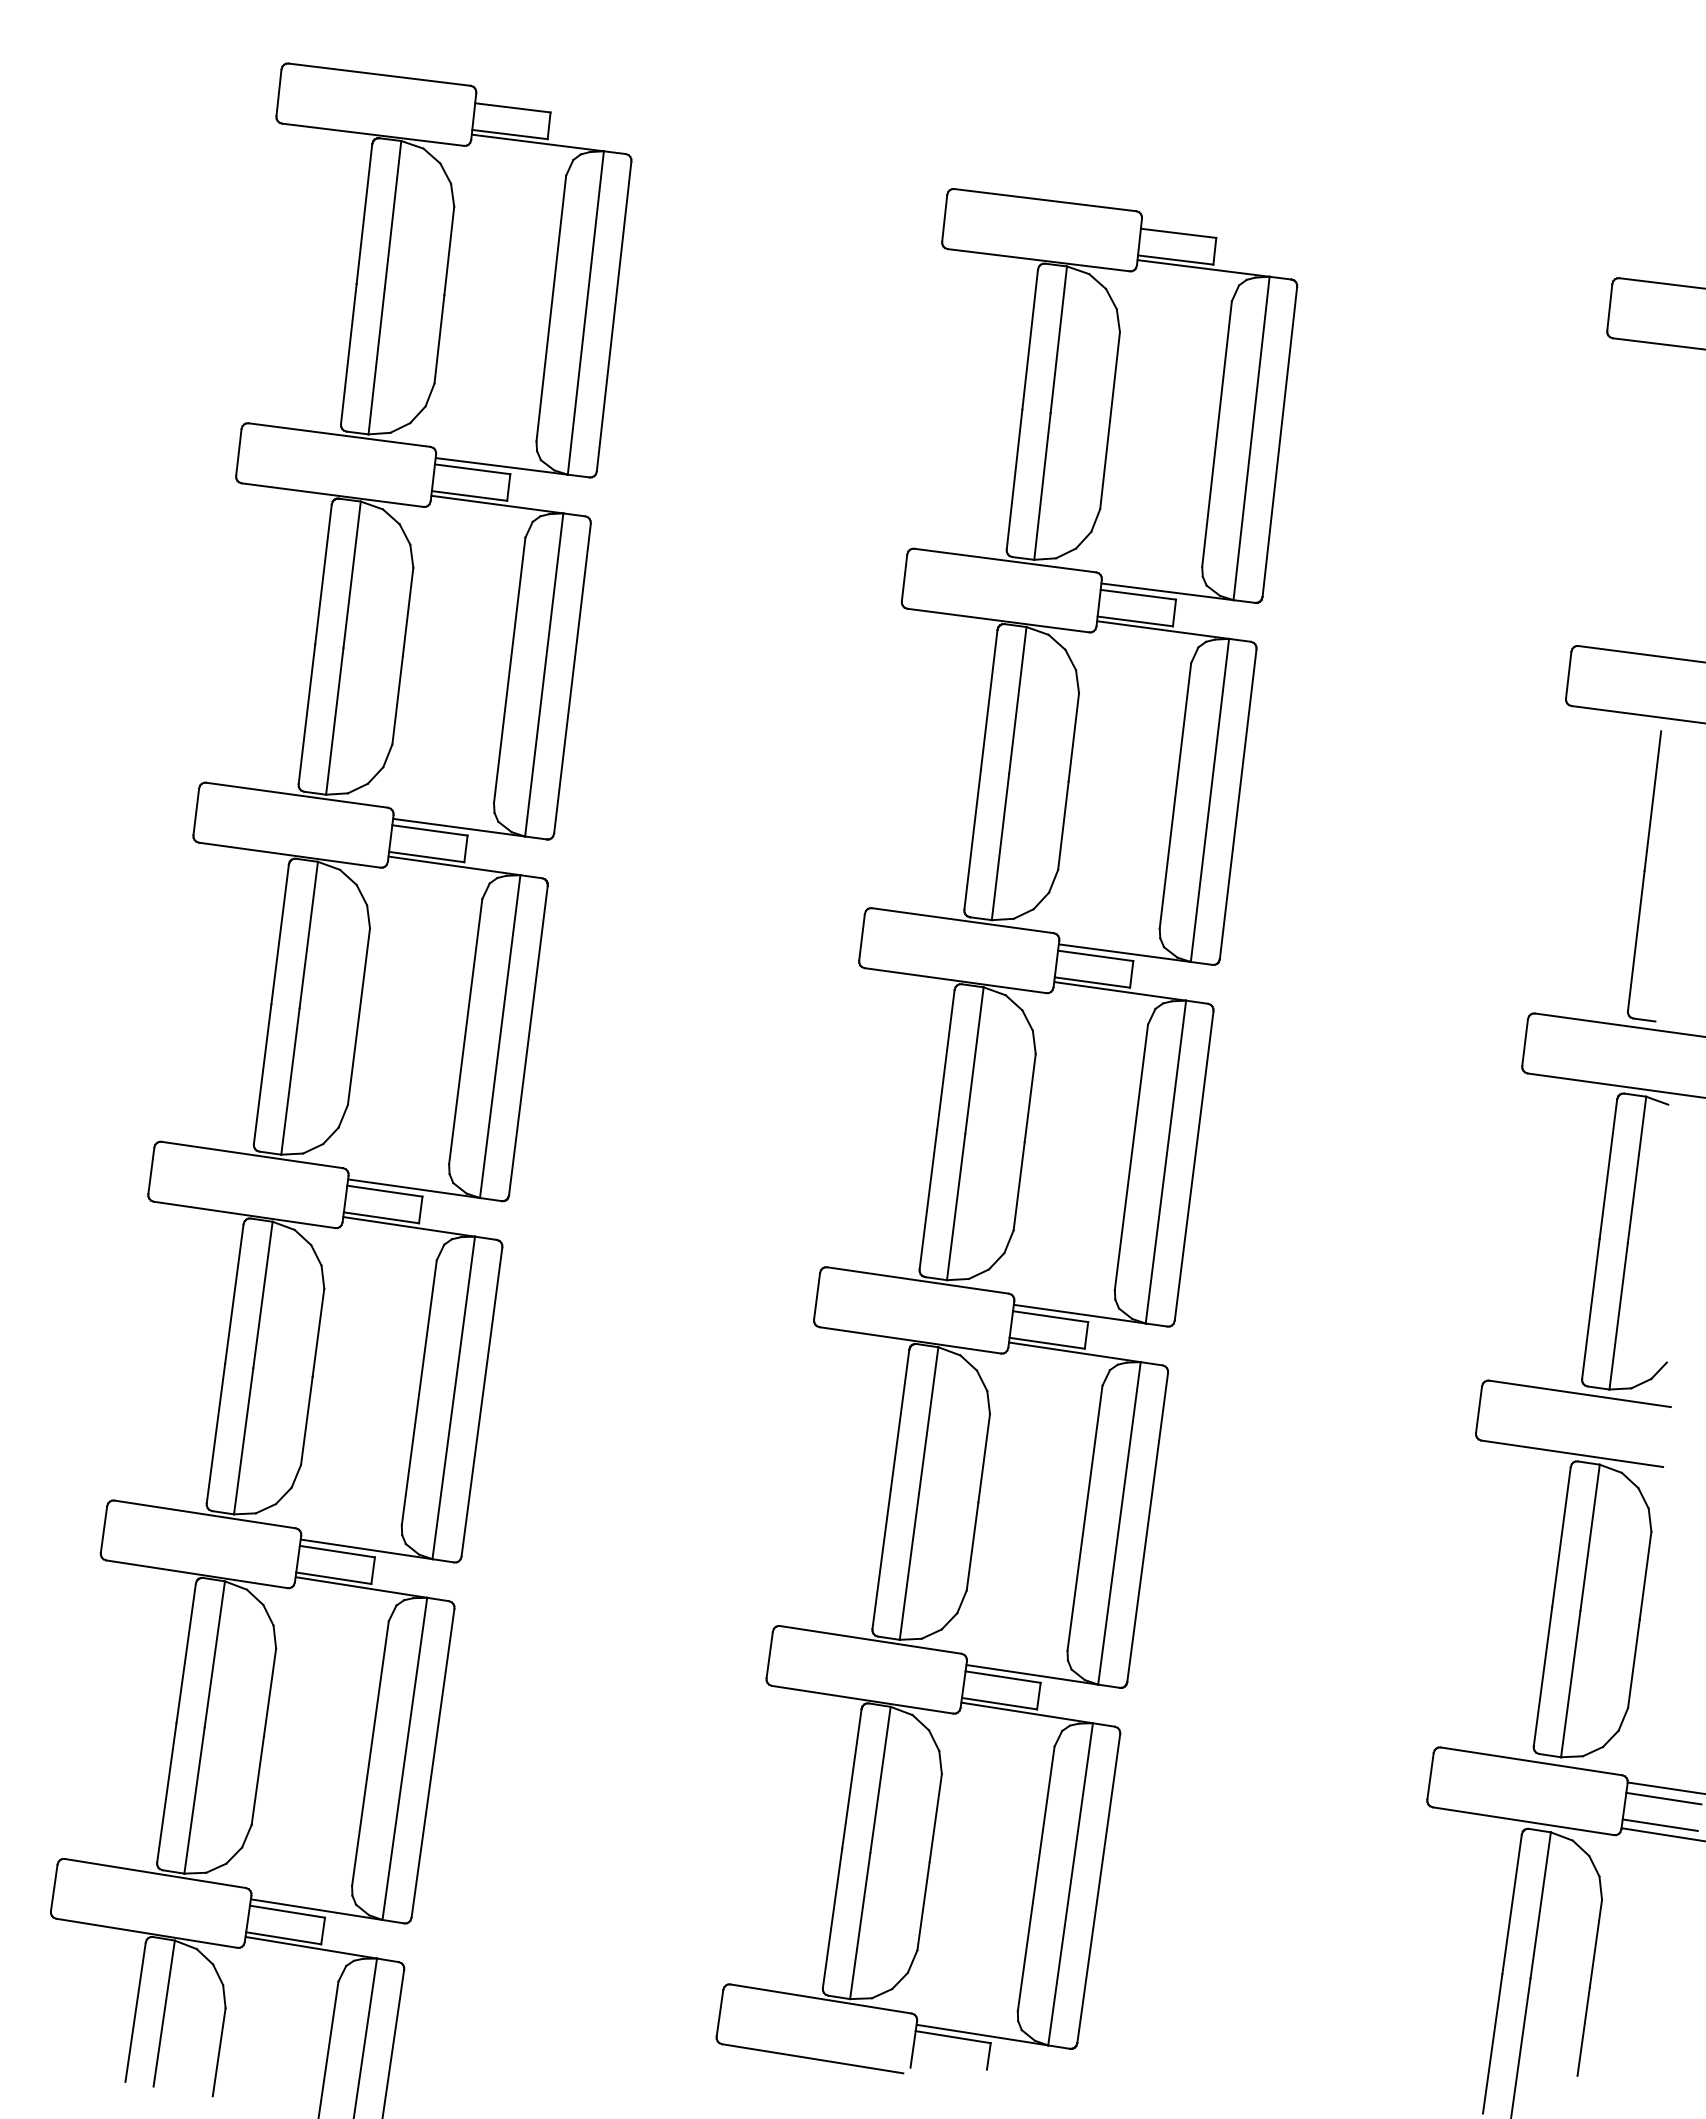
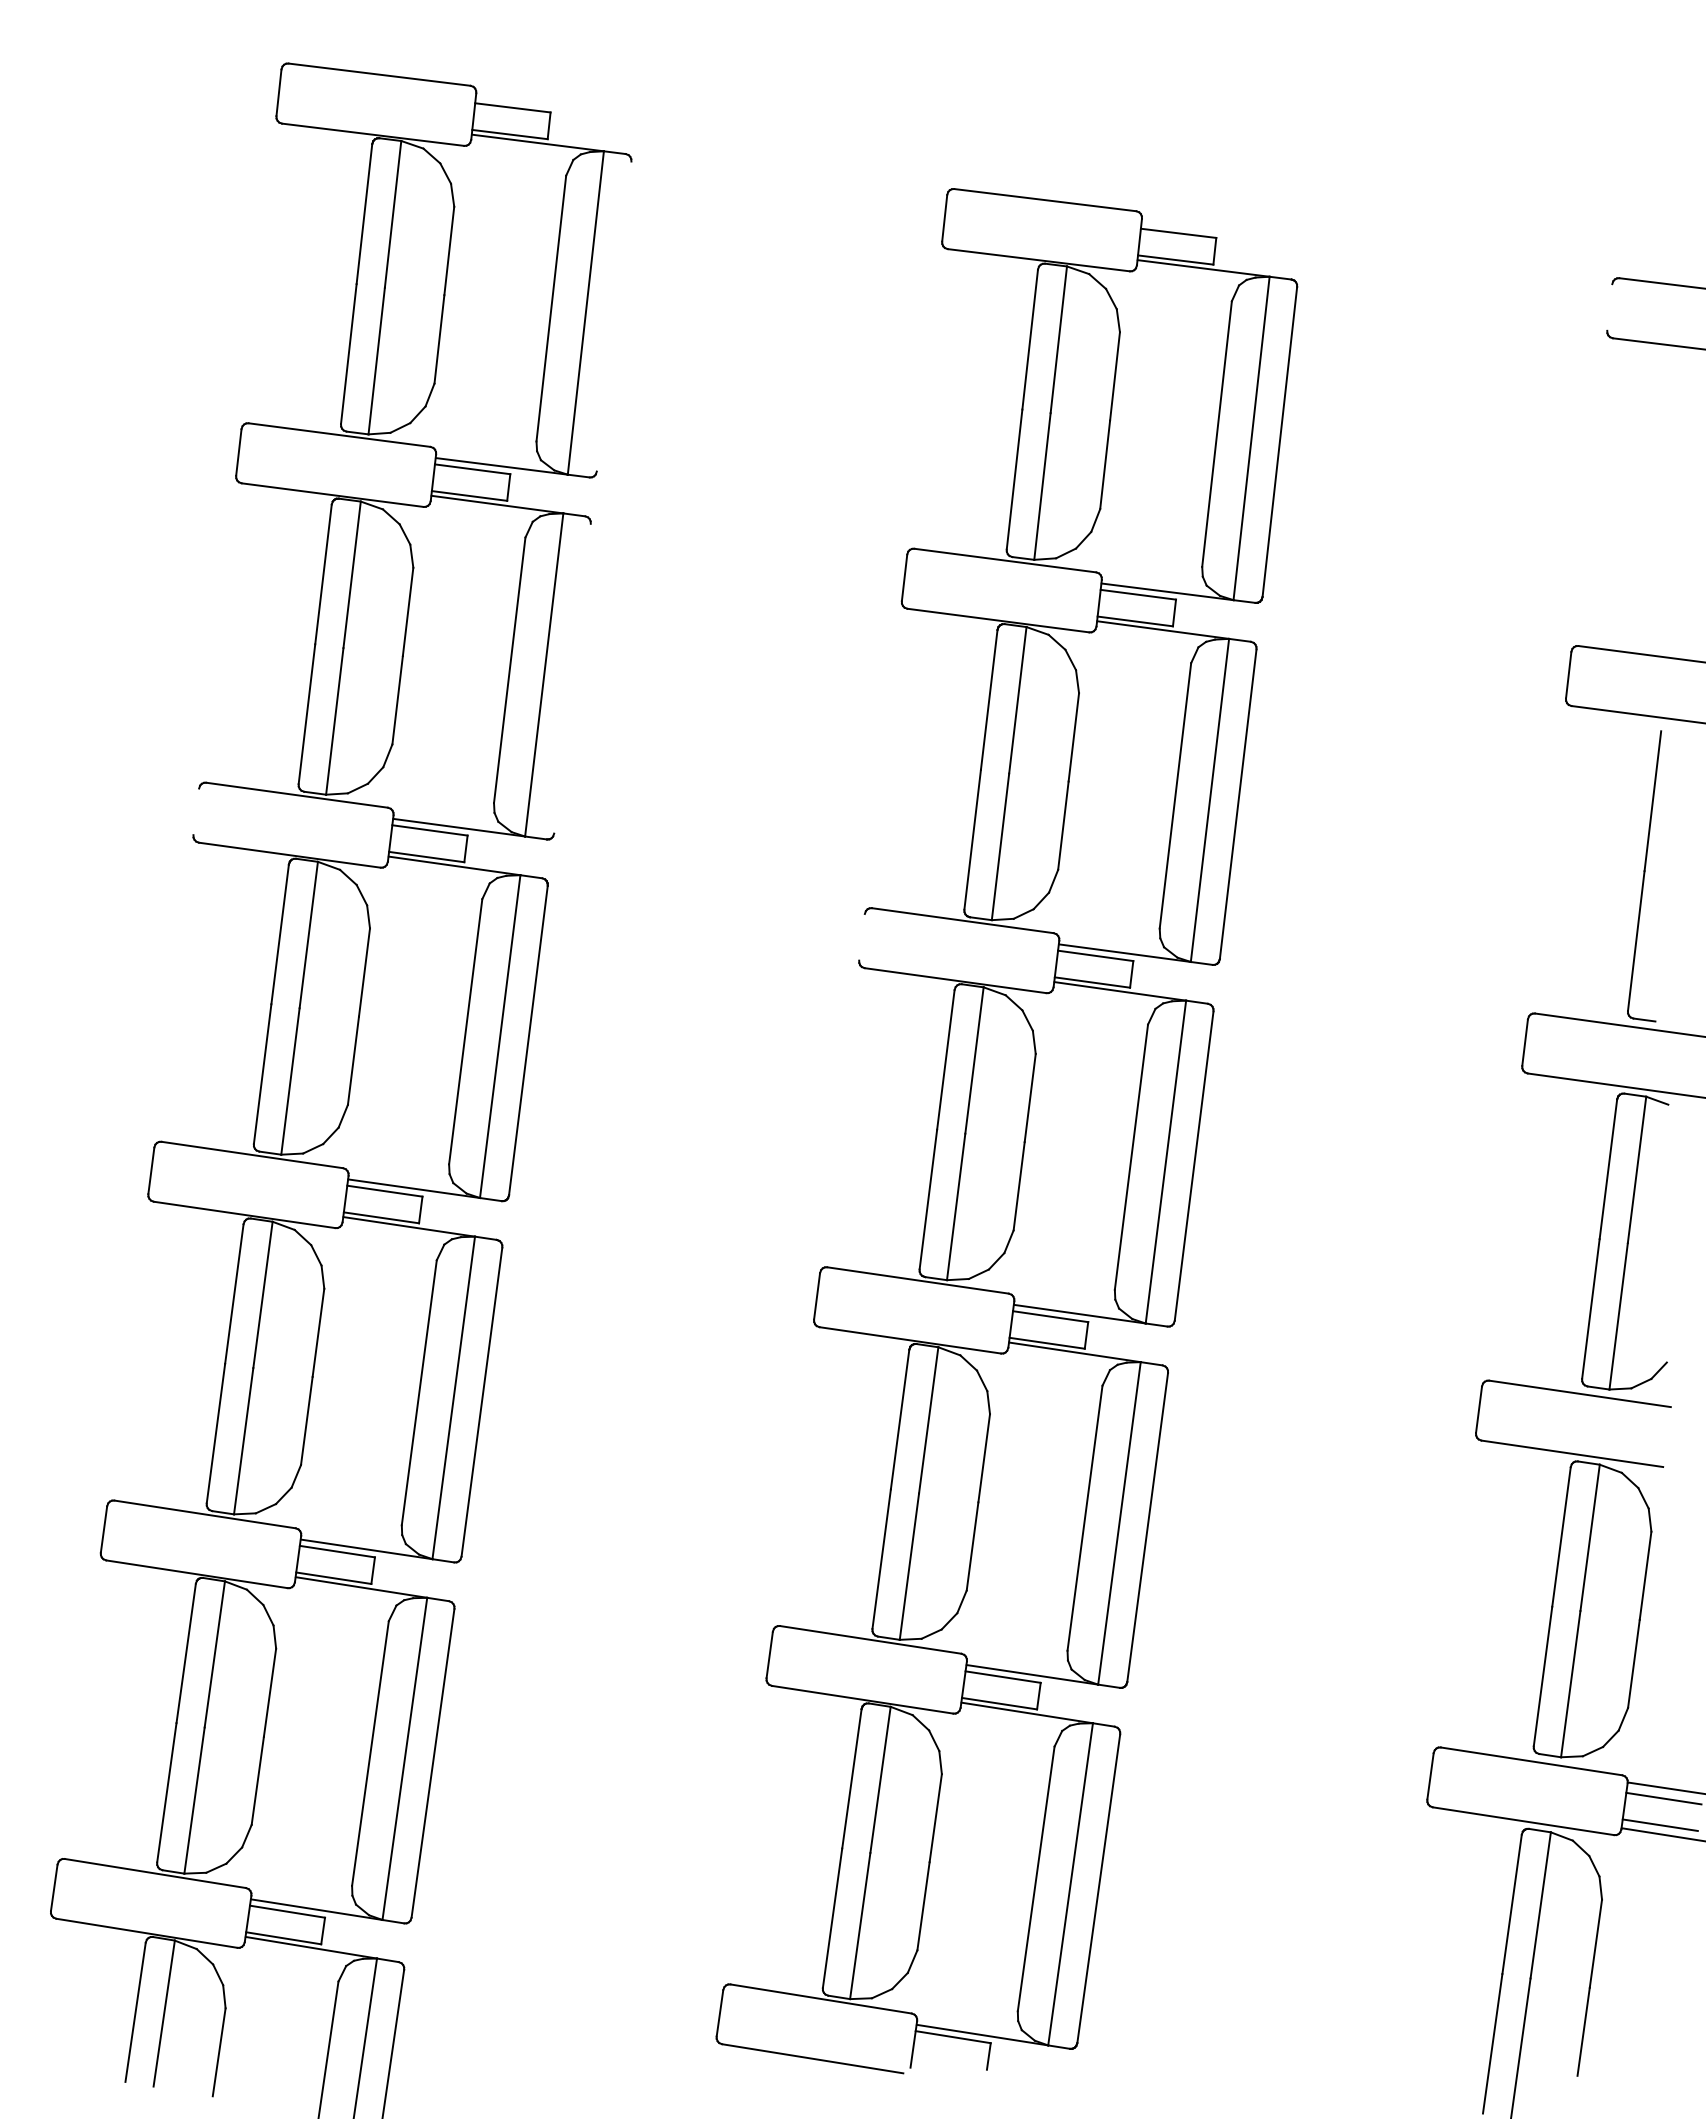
line at (1609, 307): present -> none
line at (613, 316): present -> none
line at (572, 678): present -> none
line at (196, 811): present -> none
line at (861, 936): present -> none
